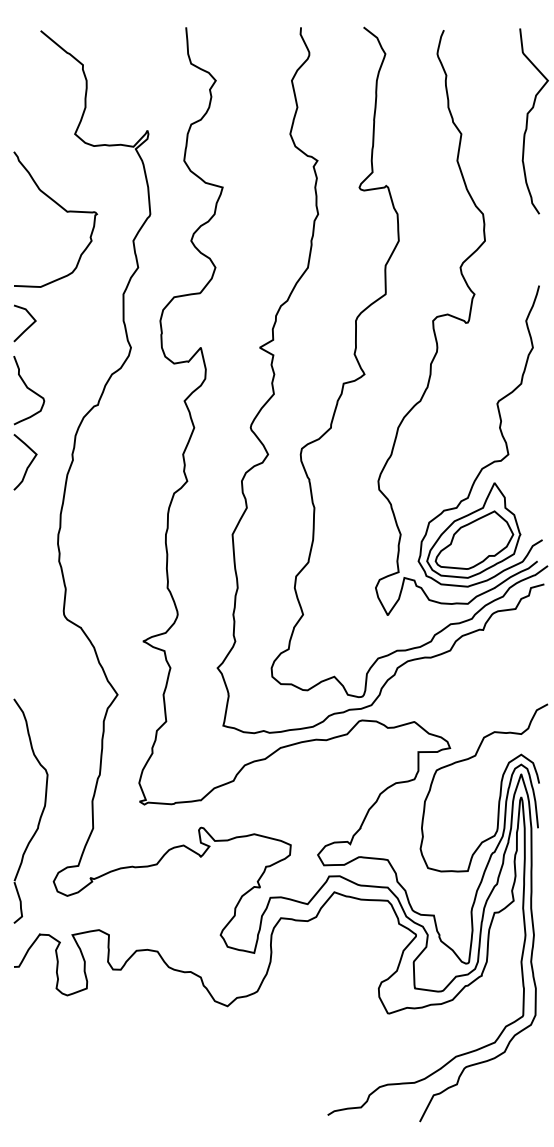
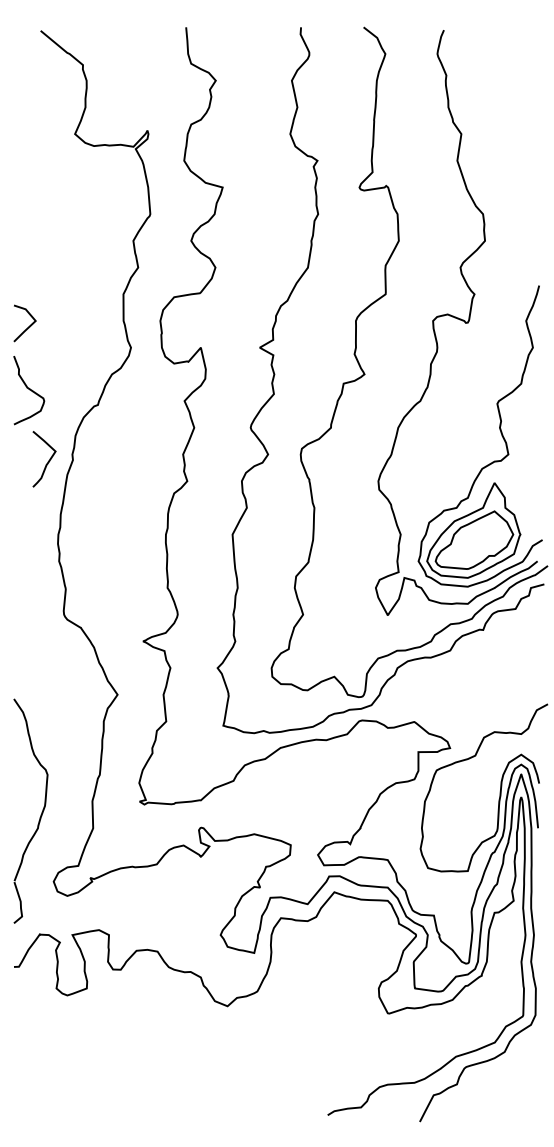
curve at (528, 119): present -> none
curve at (62, 209): present -> none
curve at (28, 464) position: (28, 464) -> (47, 461)
